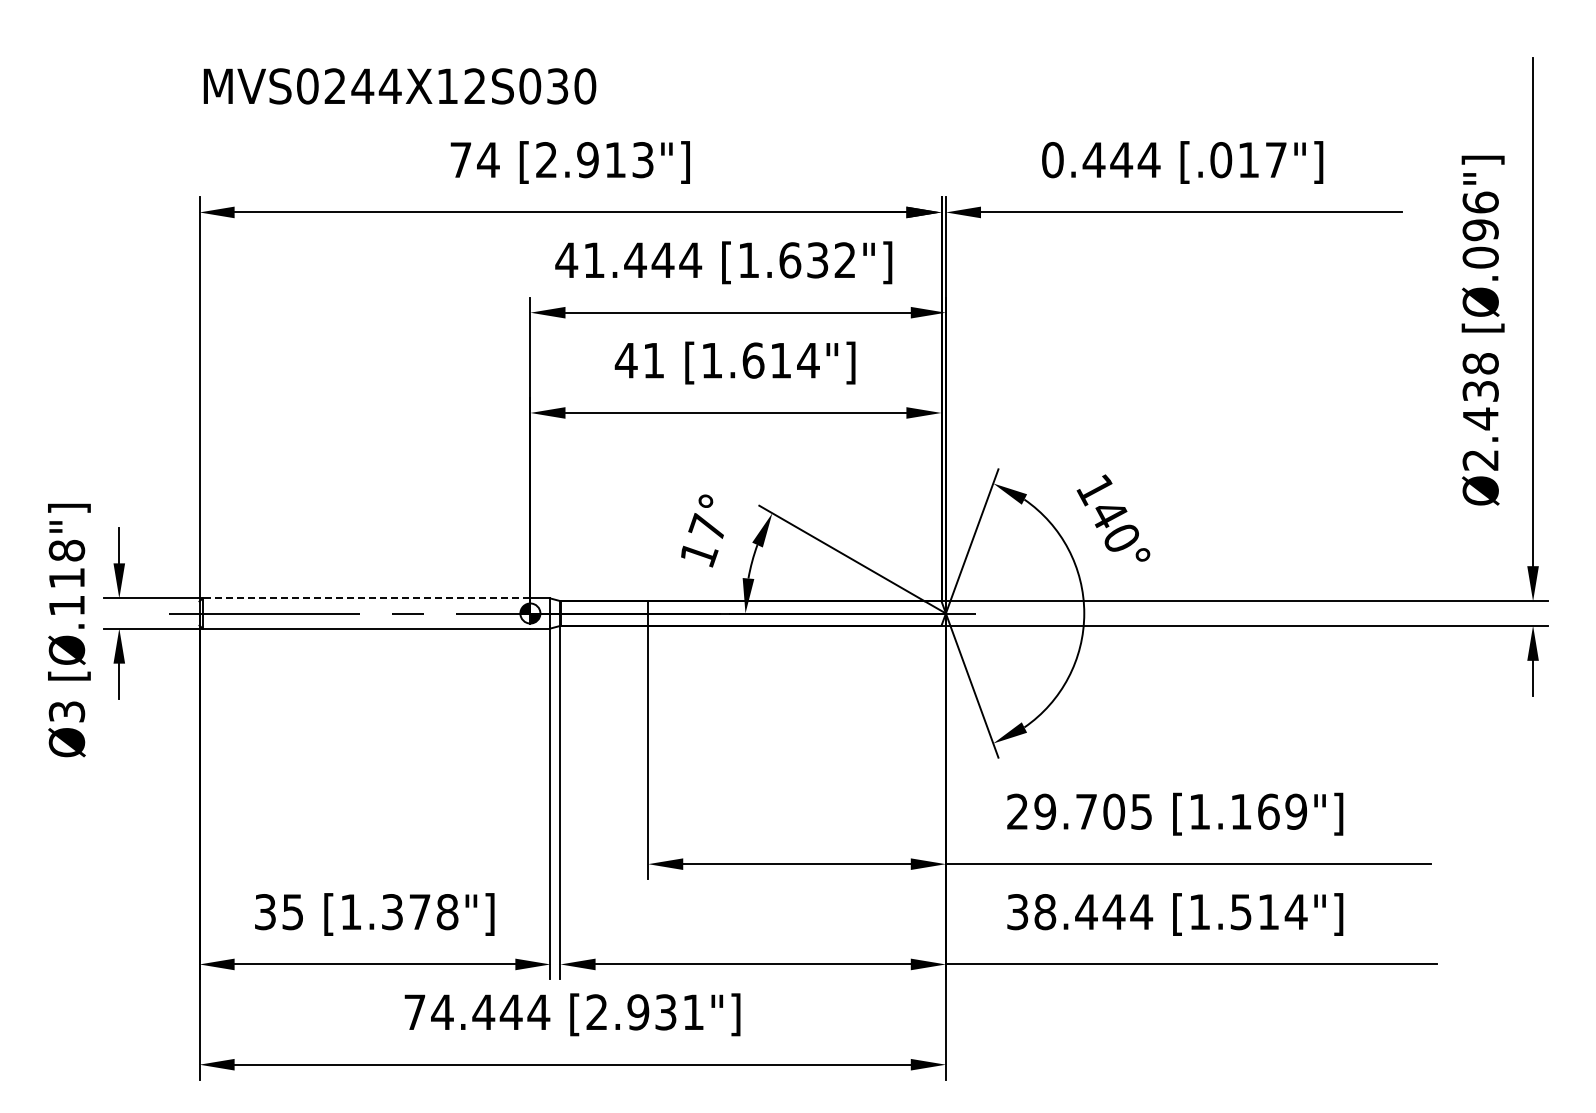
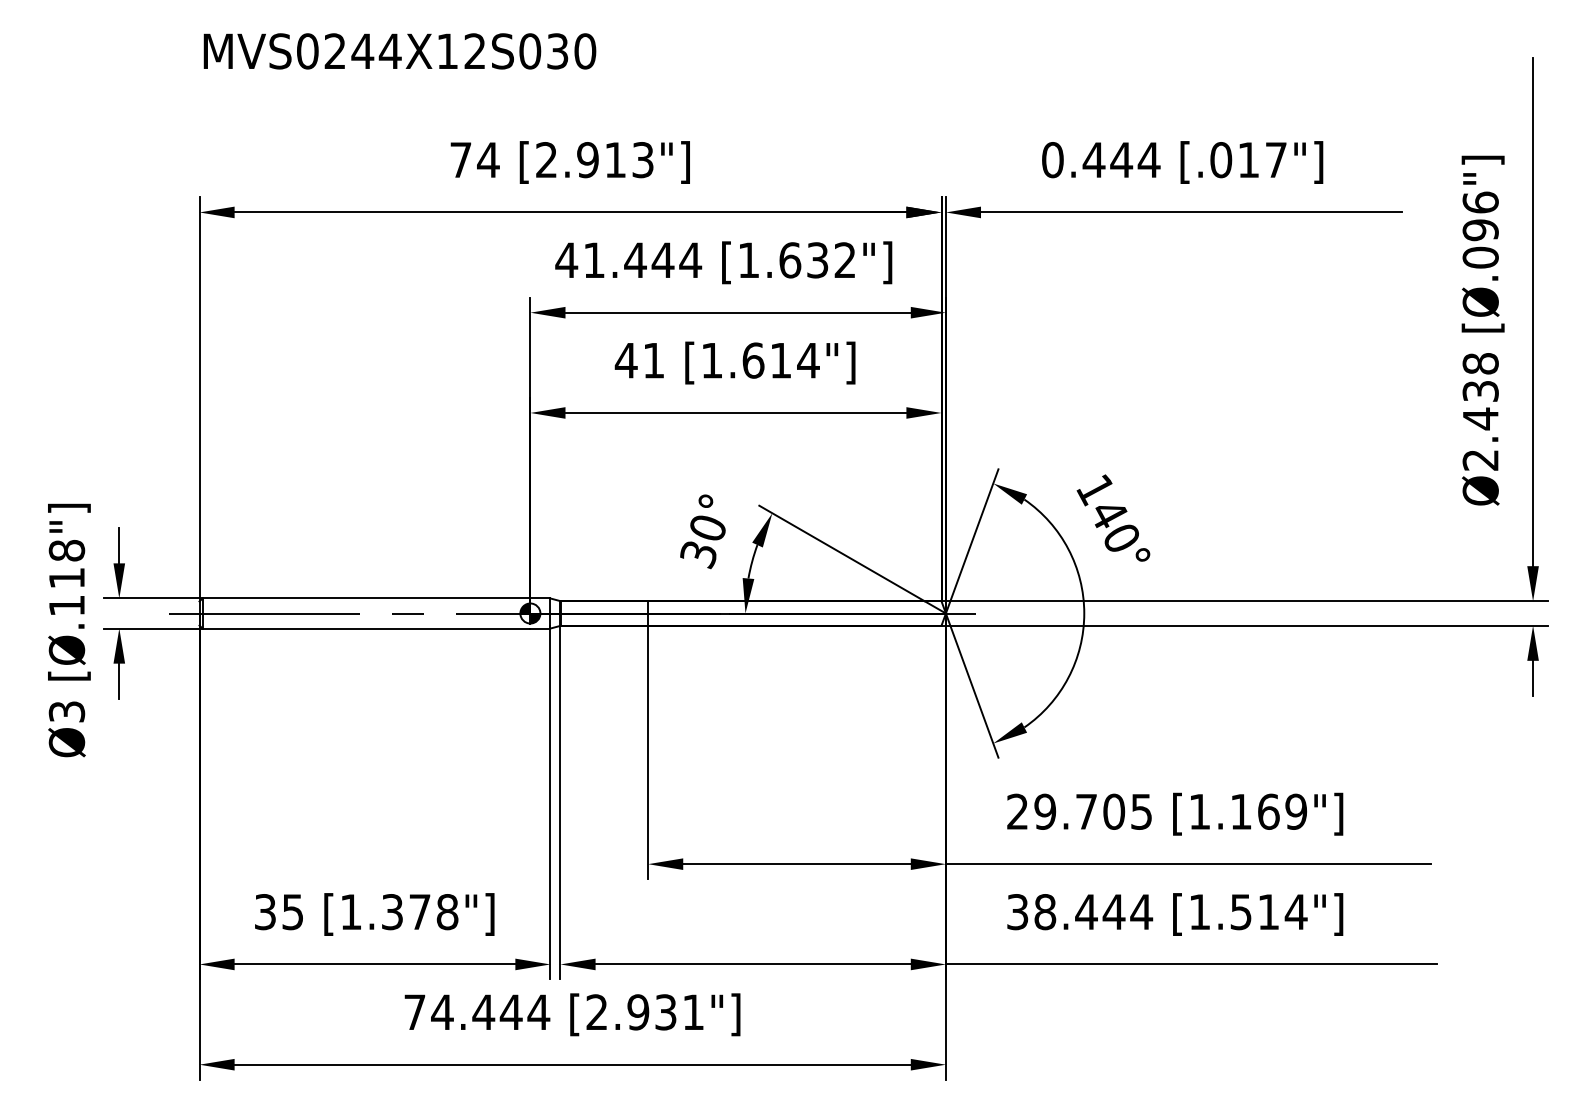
text at (399, 86) position: (399, 86) -> (399, 51)
text at (702, 541): 17° -> 30°
line at (366, 598): dashed -> solid
